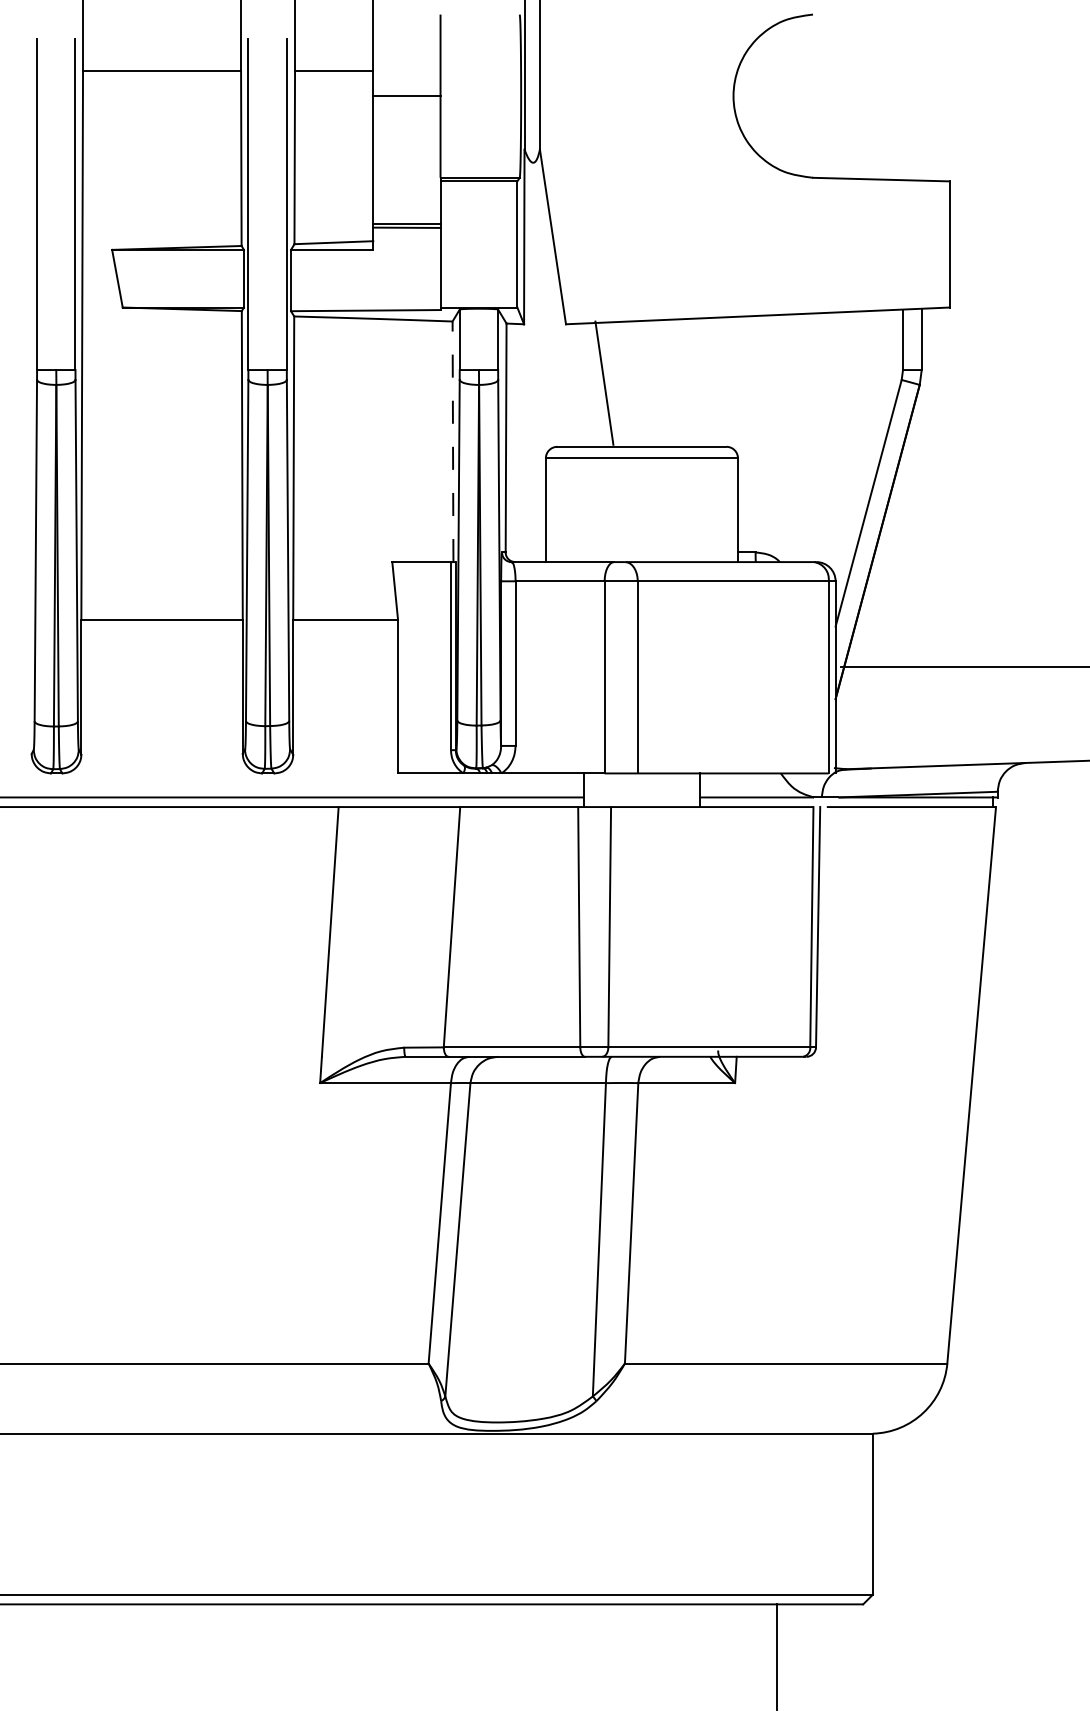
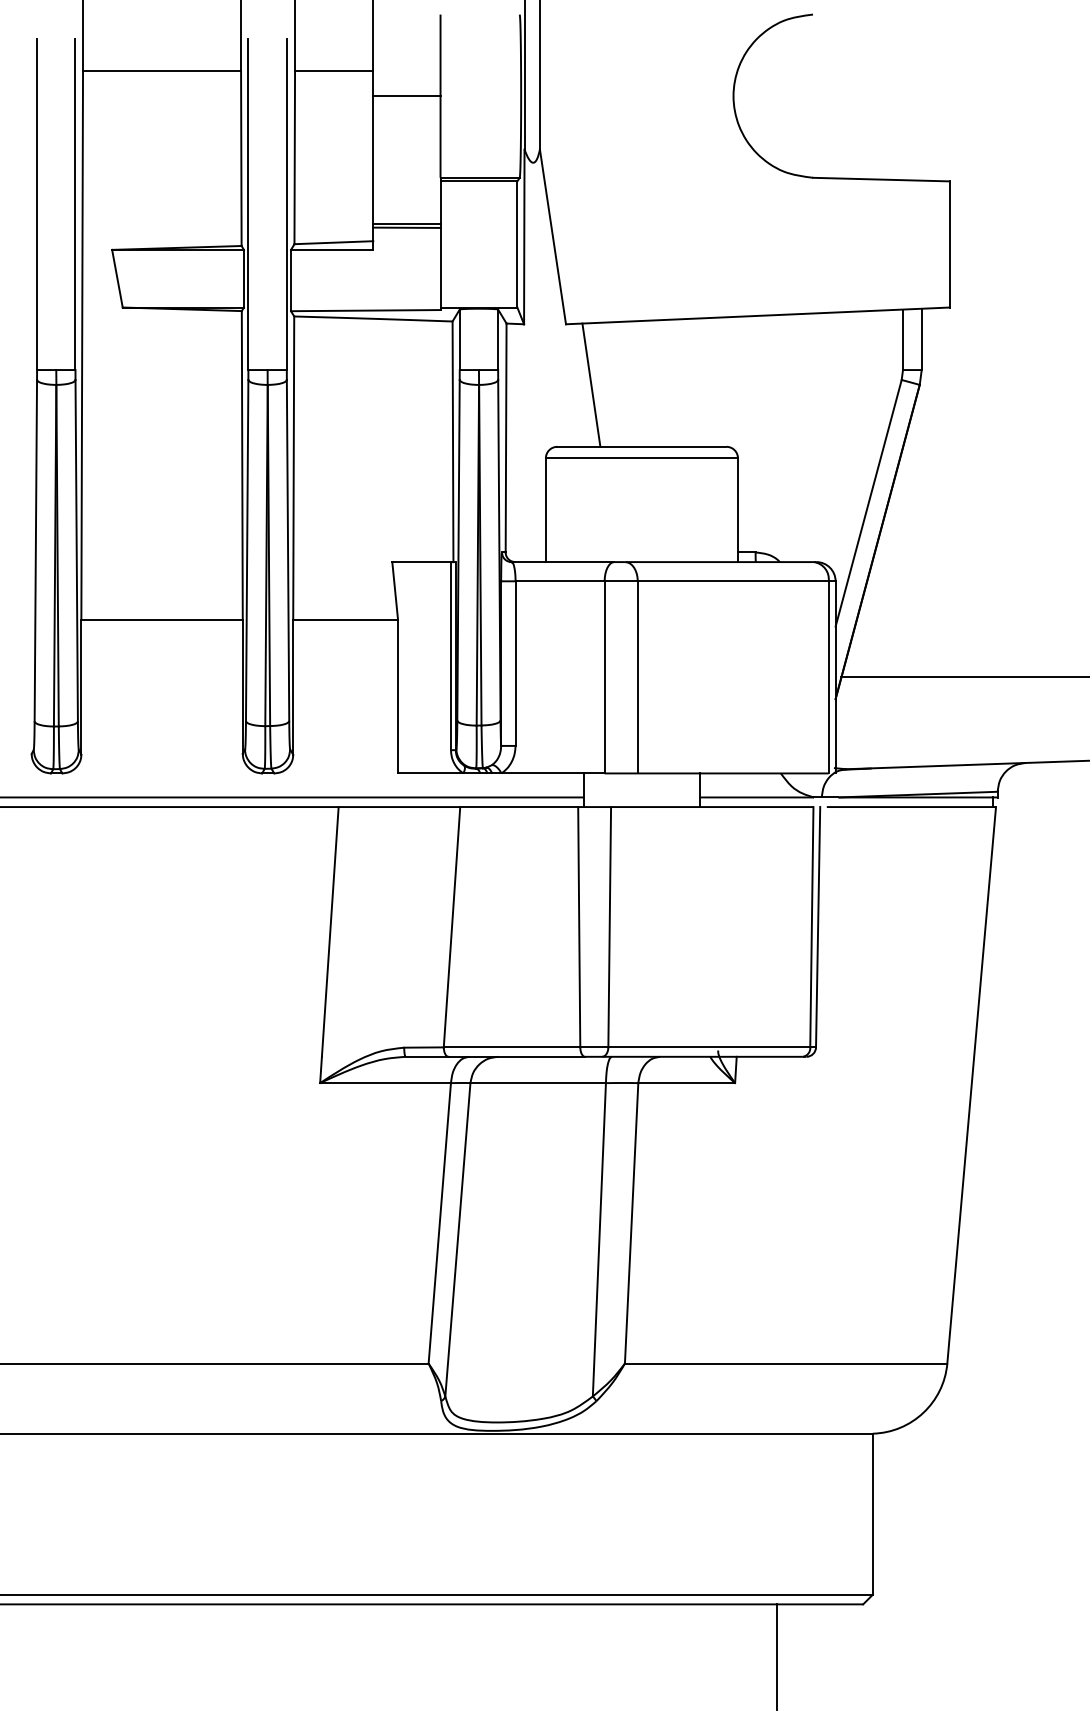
line at (604, 382) position: (604, 382) -> (591, 384)
line at (453, 441): dashed -> solid
line at (963, 667) position: (963, 667) -> (963, 677)
